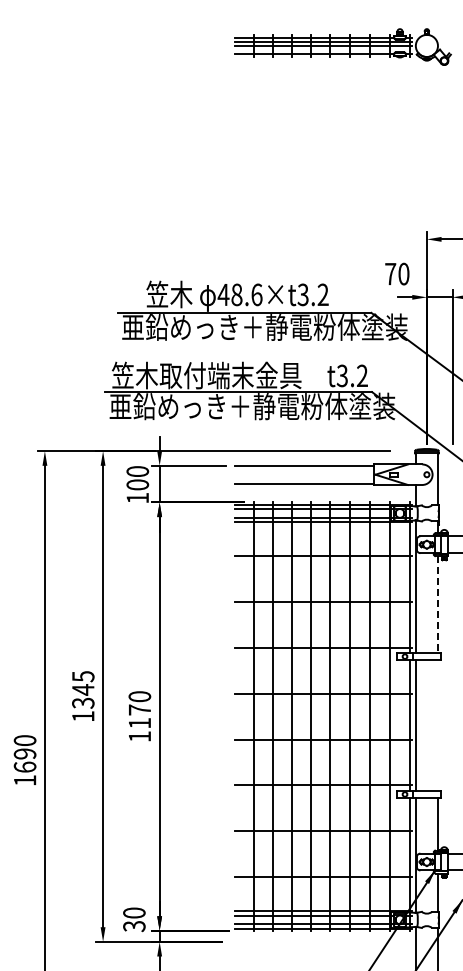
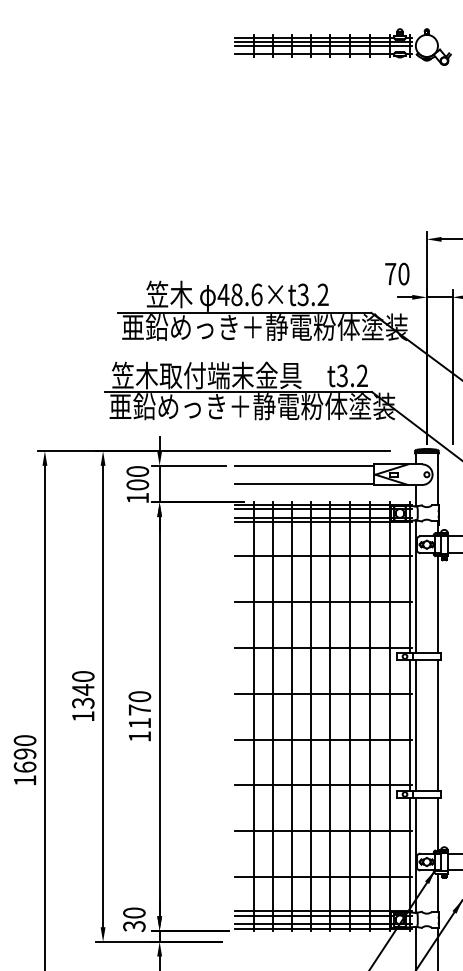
line at (437, 605): dashed -> solid
text at (83, 676): 1345 -> 1340
line at (437, 725): none -> present
